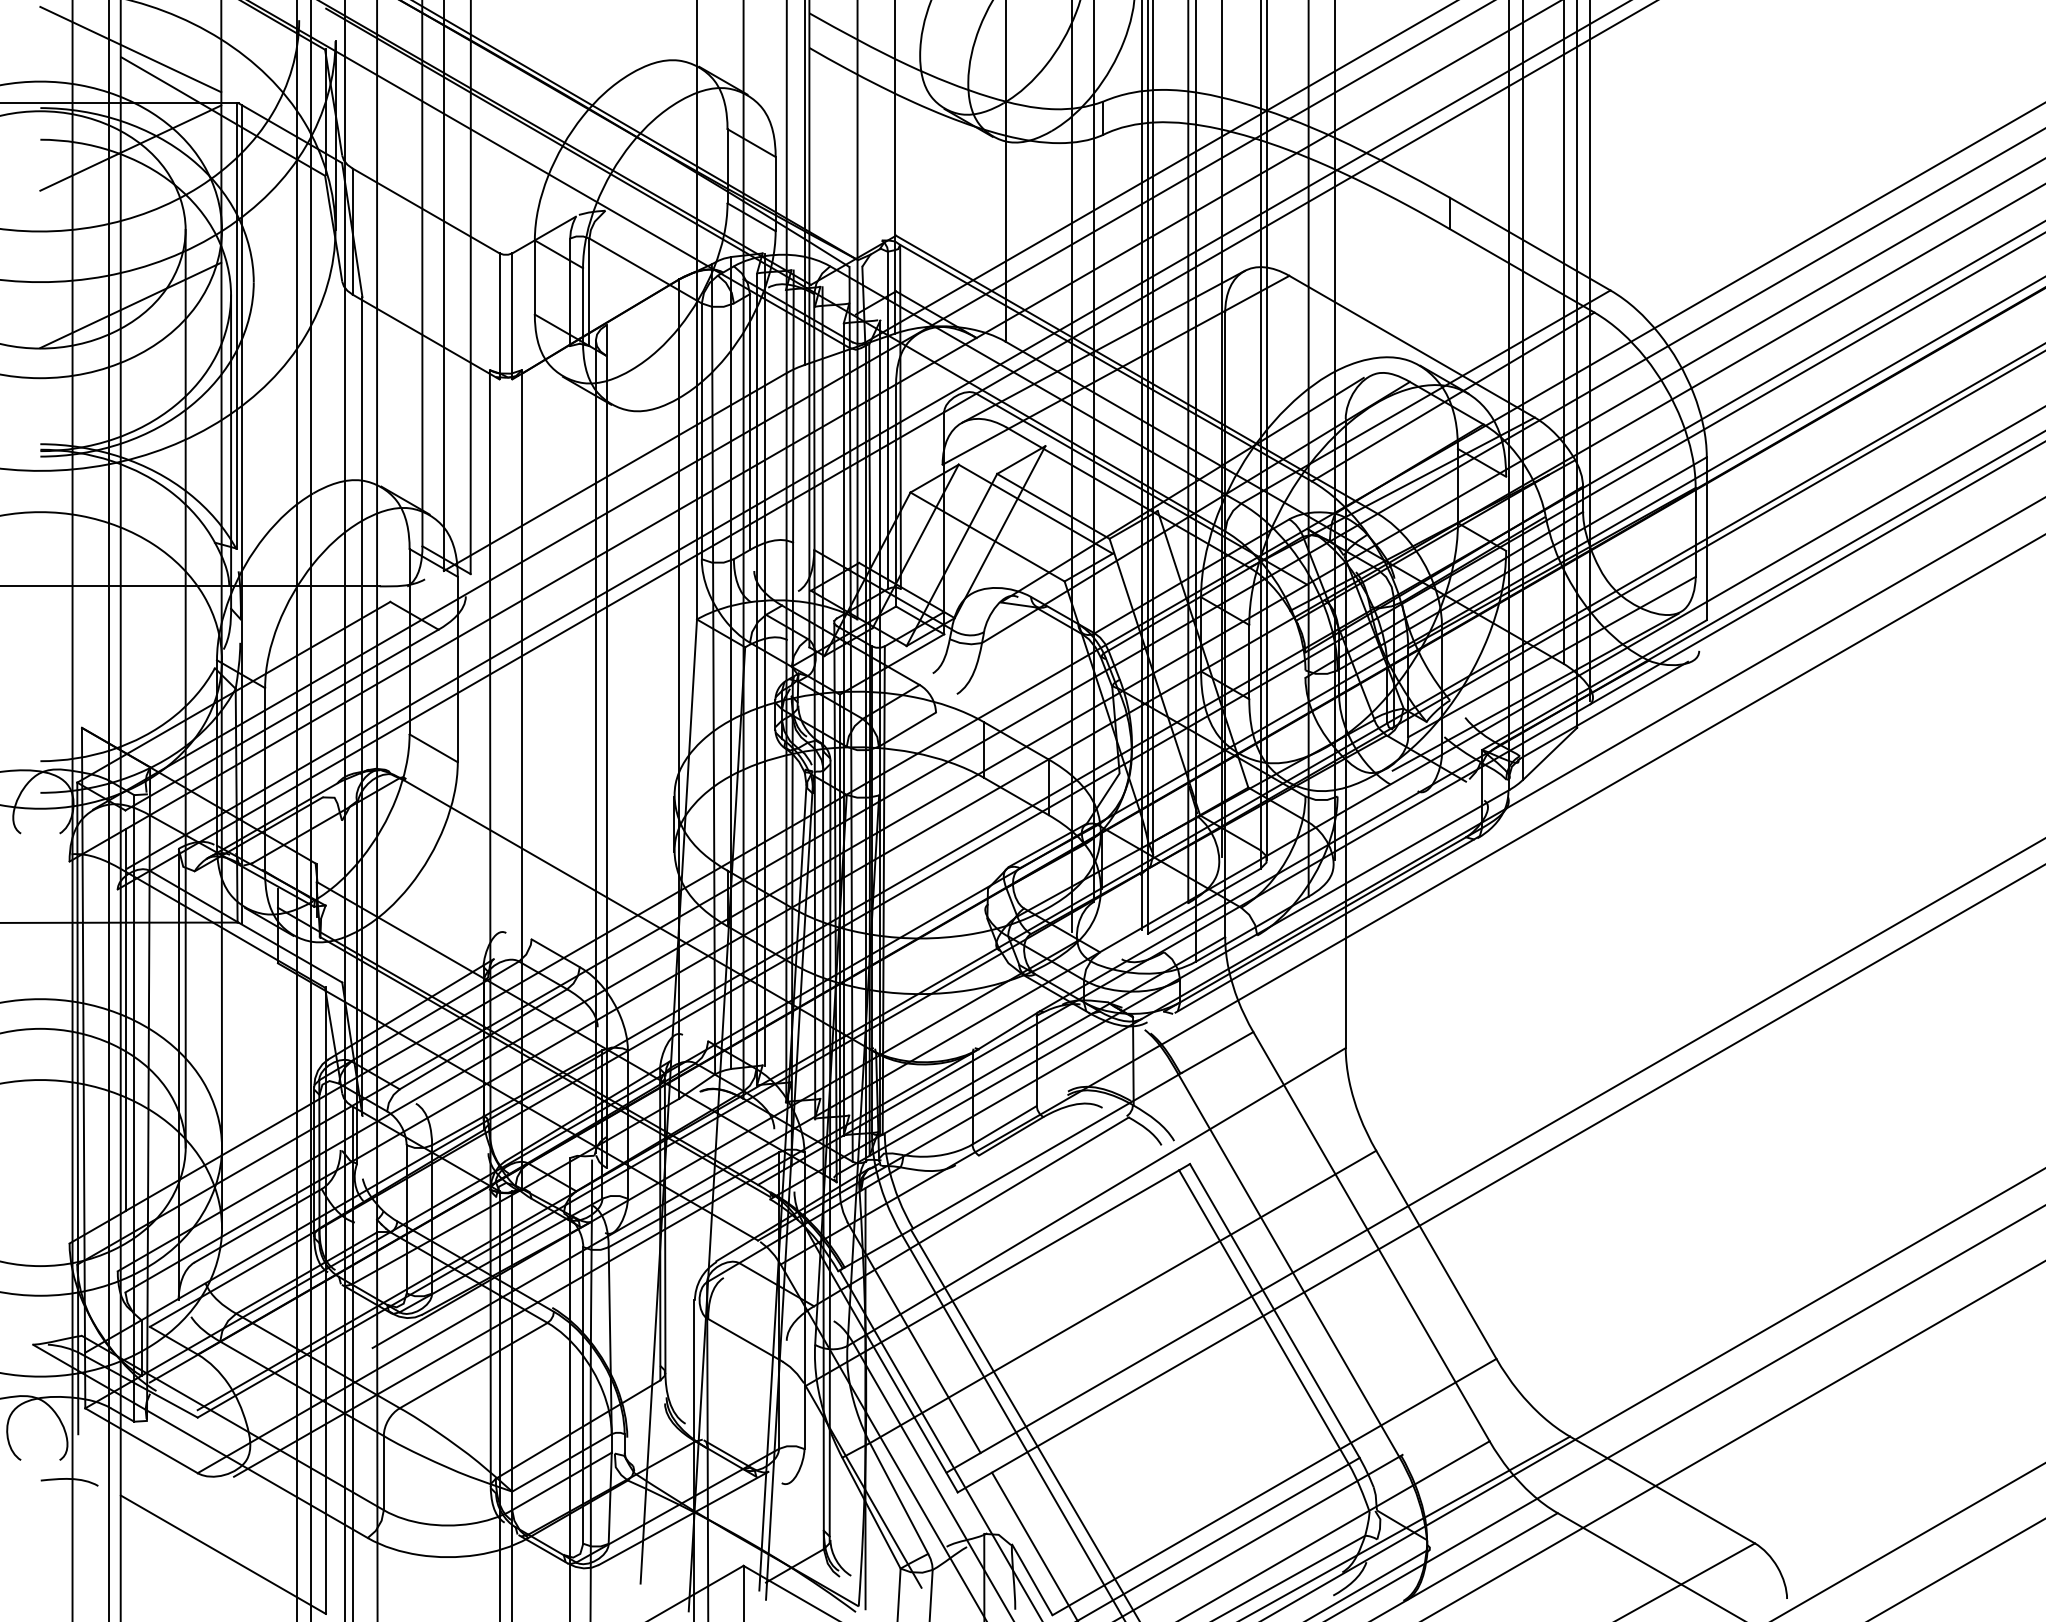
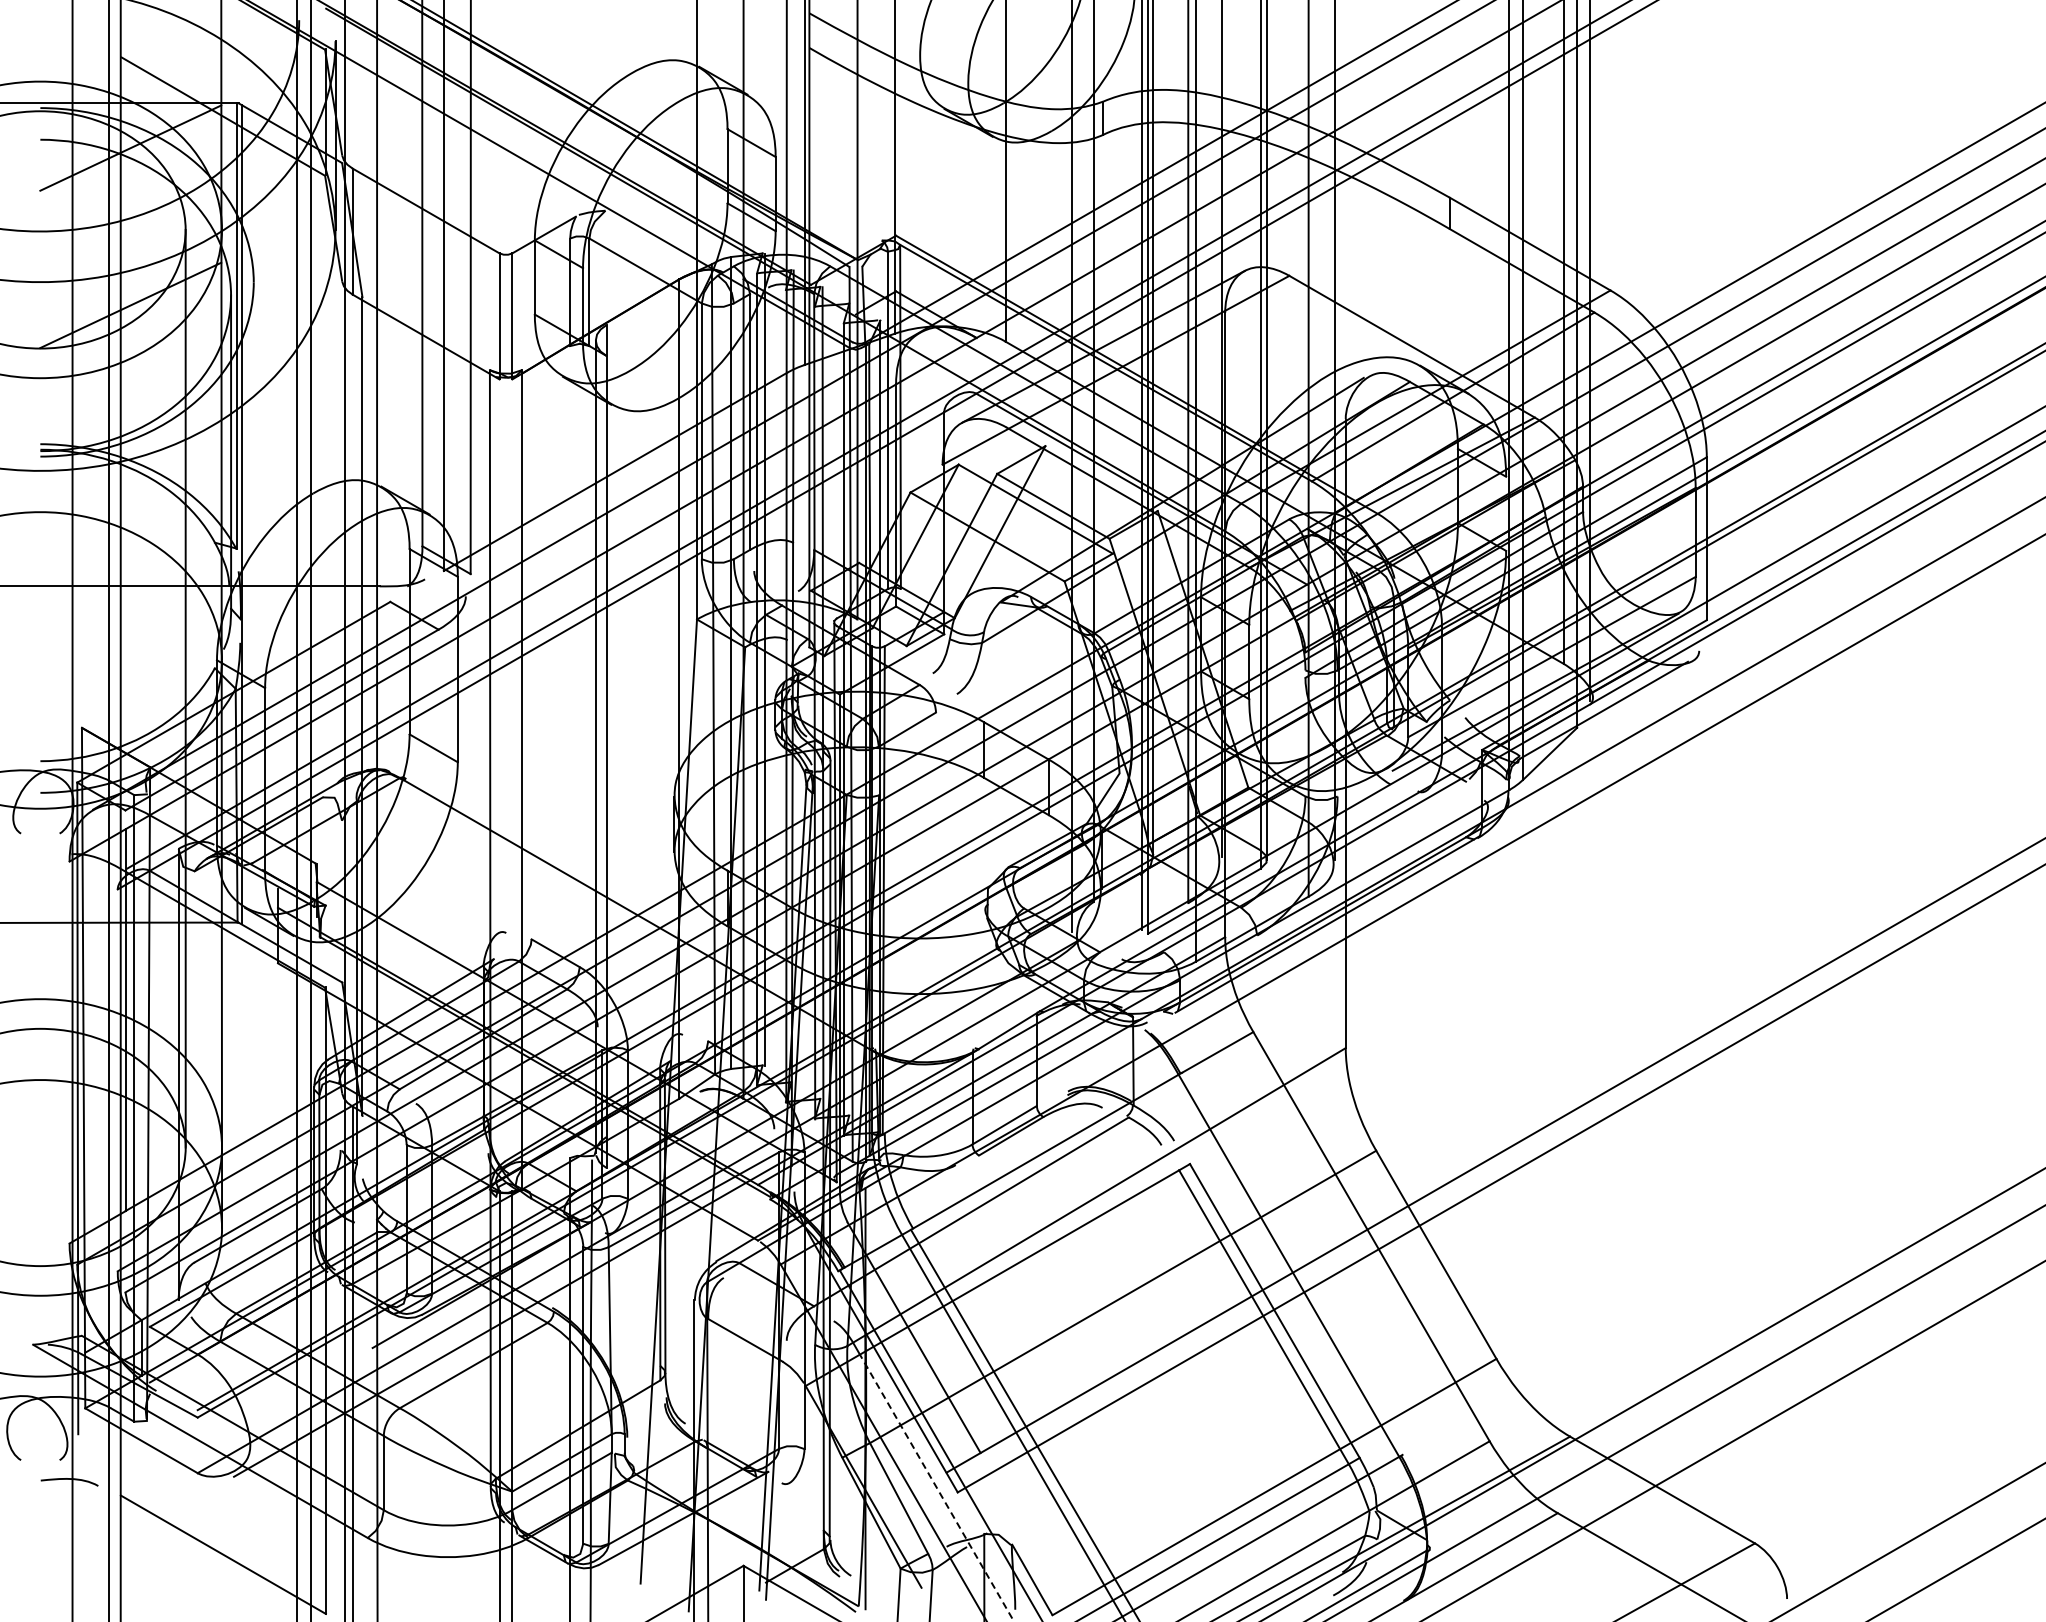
line at (130, 49): present -> none
line at (936, 1487): solid -> dashed
line at (1034, 1545): present -> none
